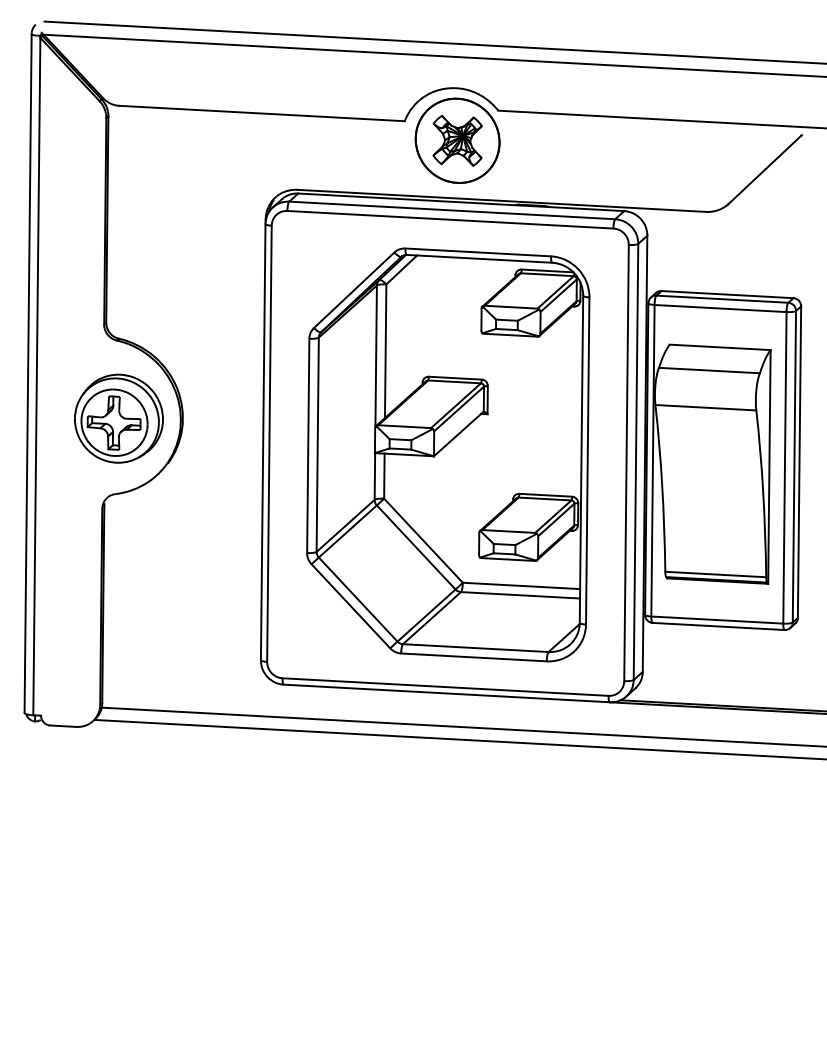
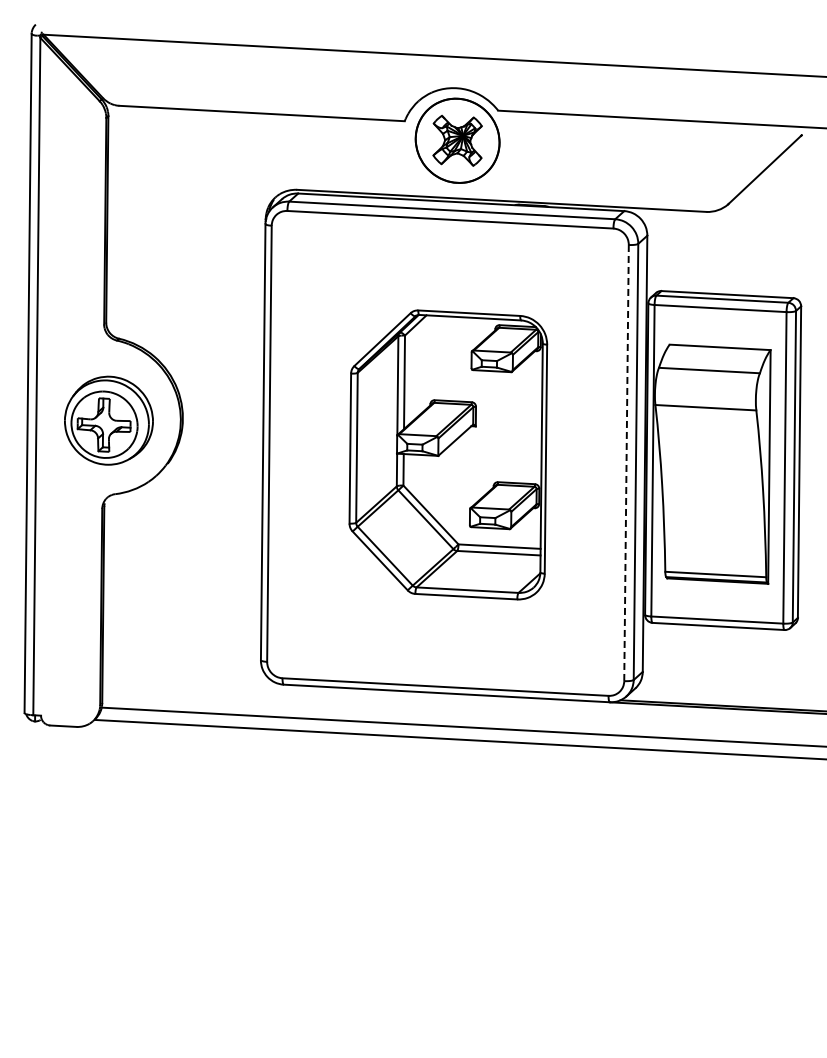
line at (433, 42): present -> none
part at (118, 418) position: (118, 418) -> (108, 420)
part at (448, 454) size: 285x416 px -> 201x292 px
line at (626, 463): solid -> dashed
